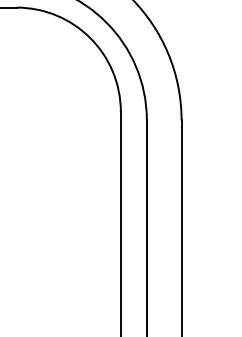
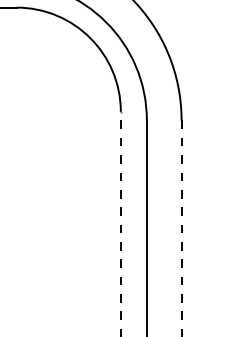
line at (120, 223): solid -> dashed
line at (181, 228): solid -> dashed
